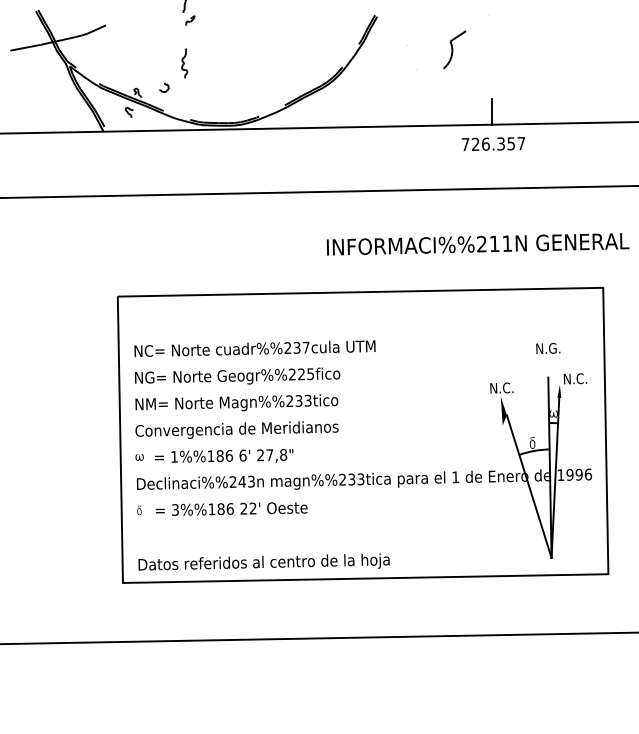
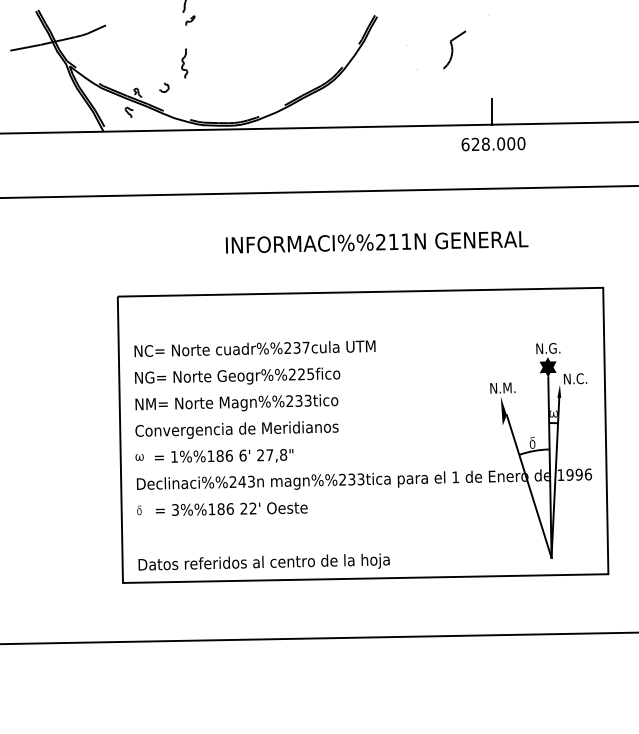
text at (493, 144): 726.357 -> 628.000
text at (477, 244) position: (477, 244) -> (376, 242)
fill at (547, 367): none -> present
text at (509, 387): N.C. -> N.M.
